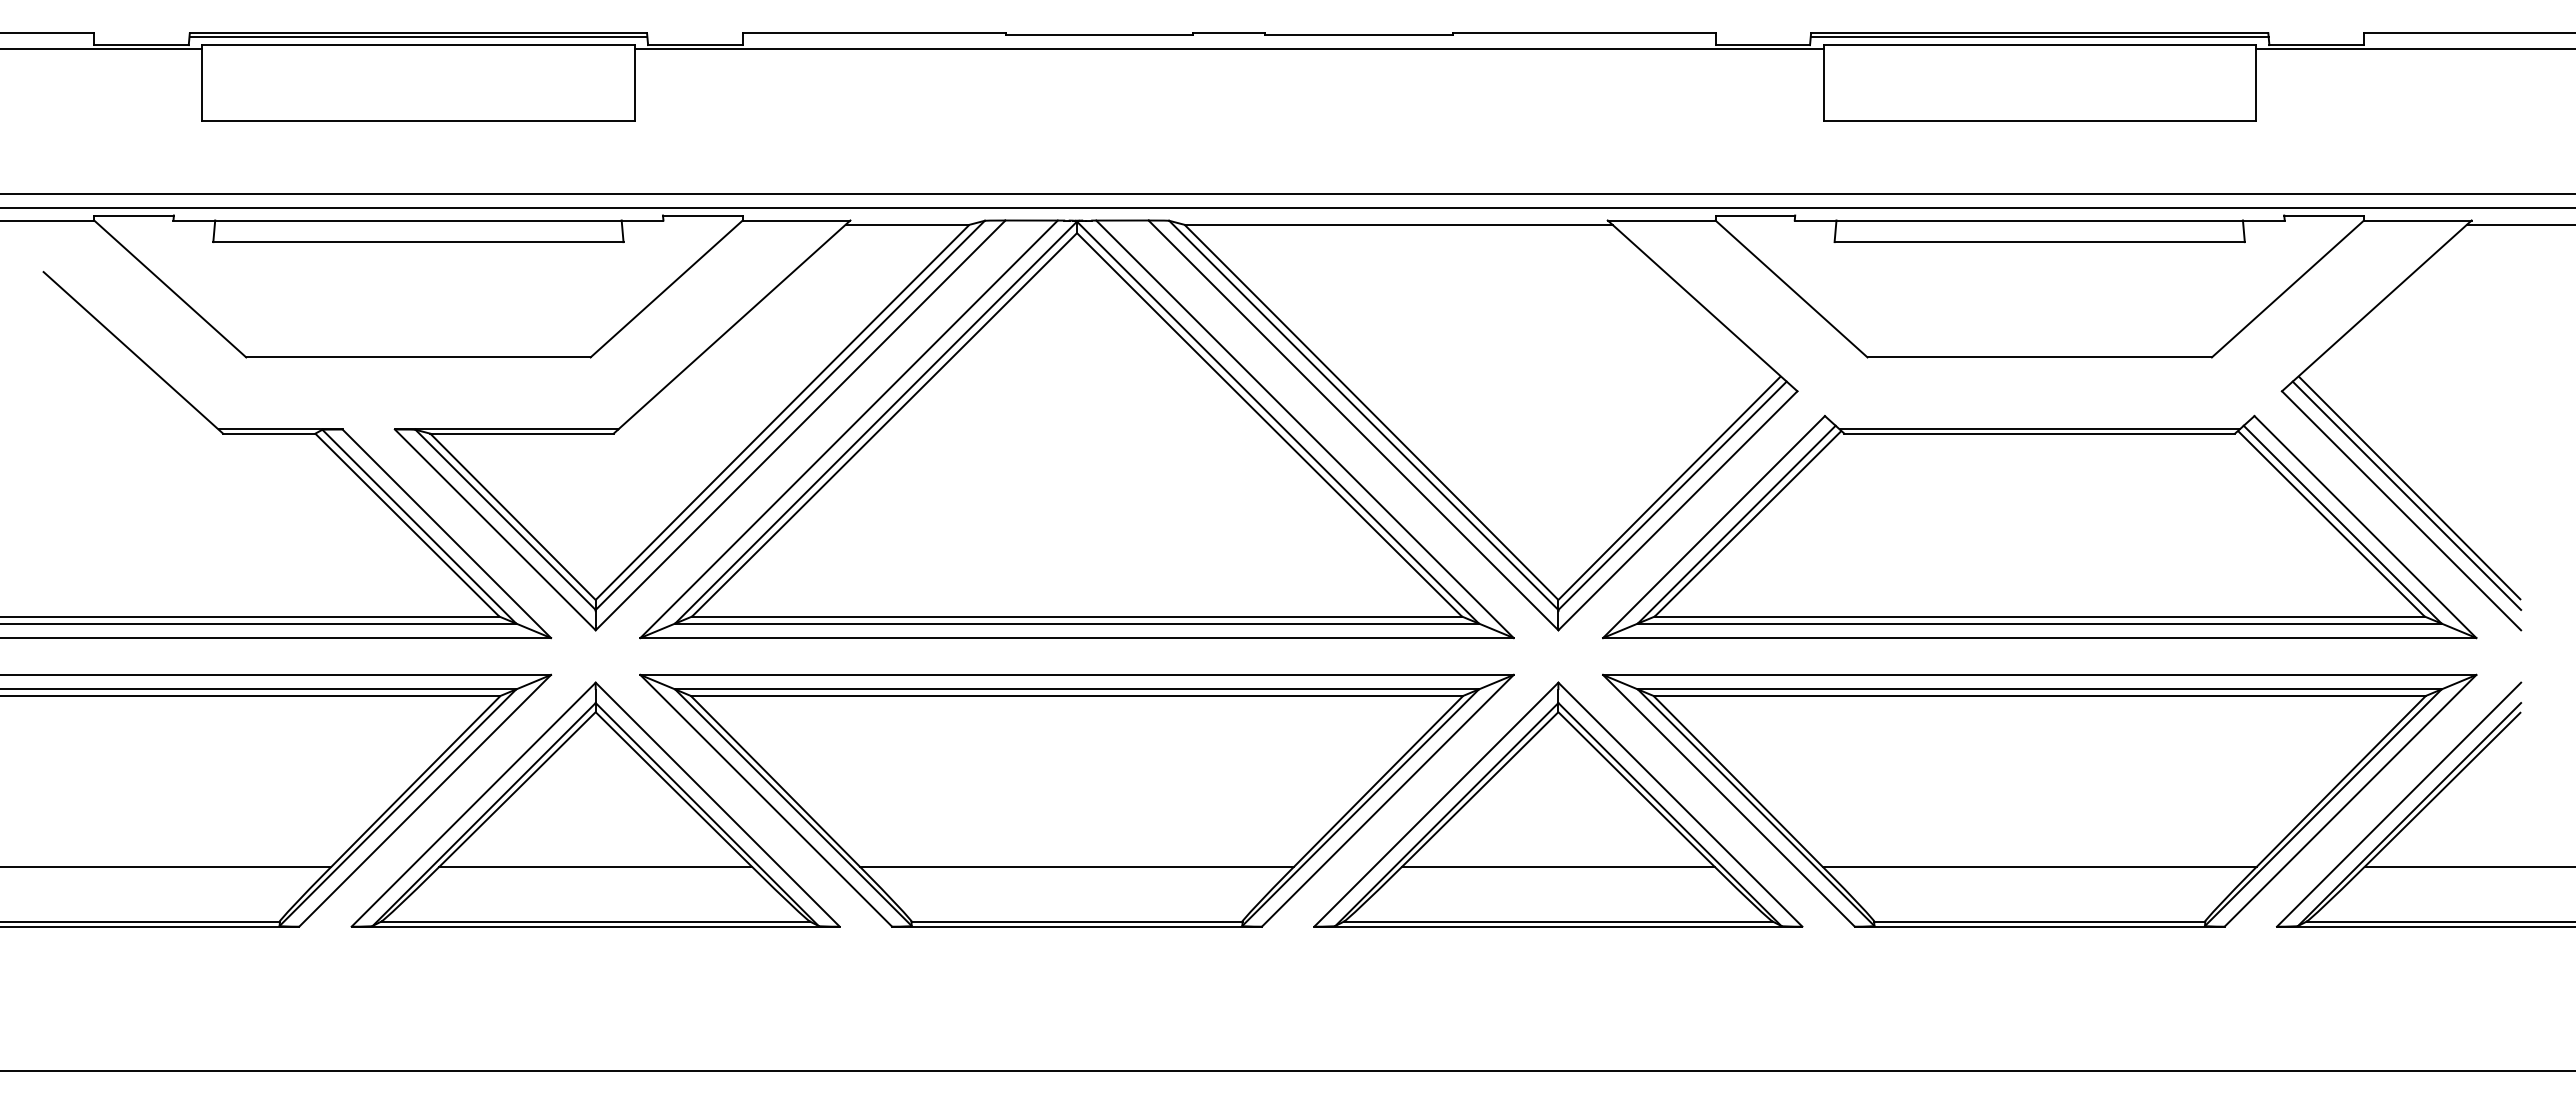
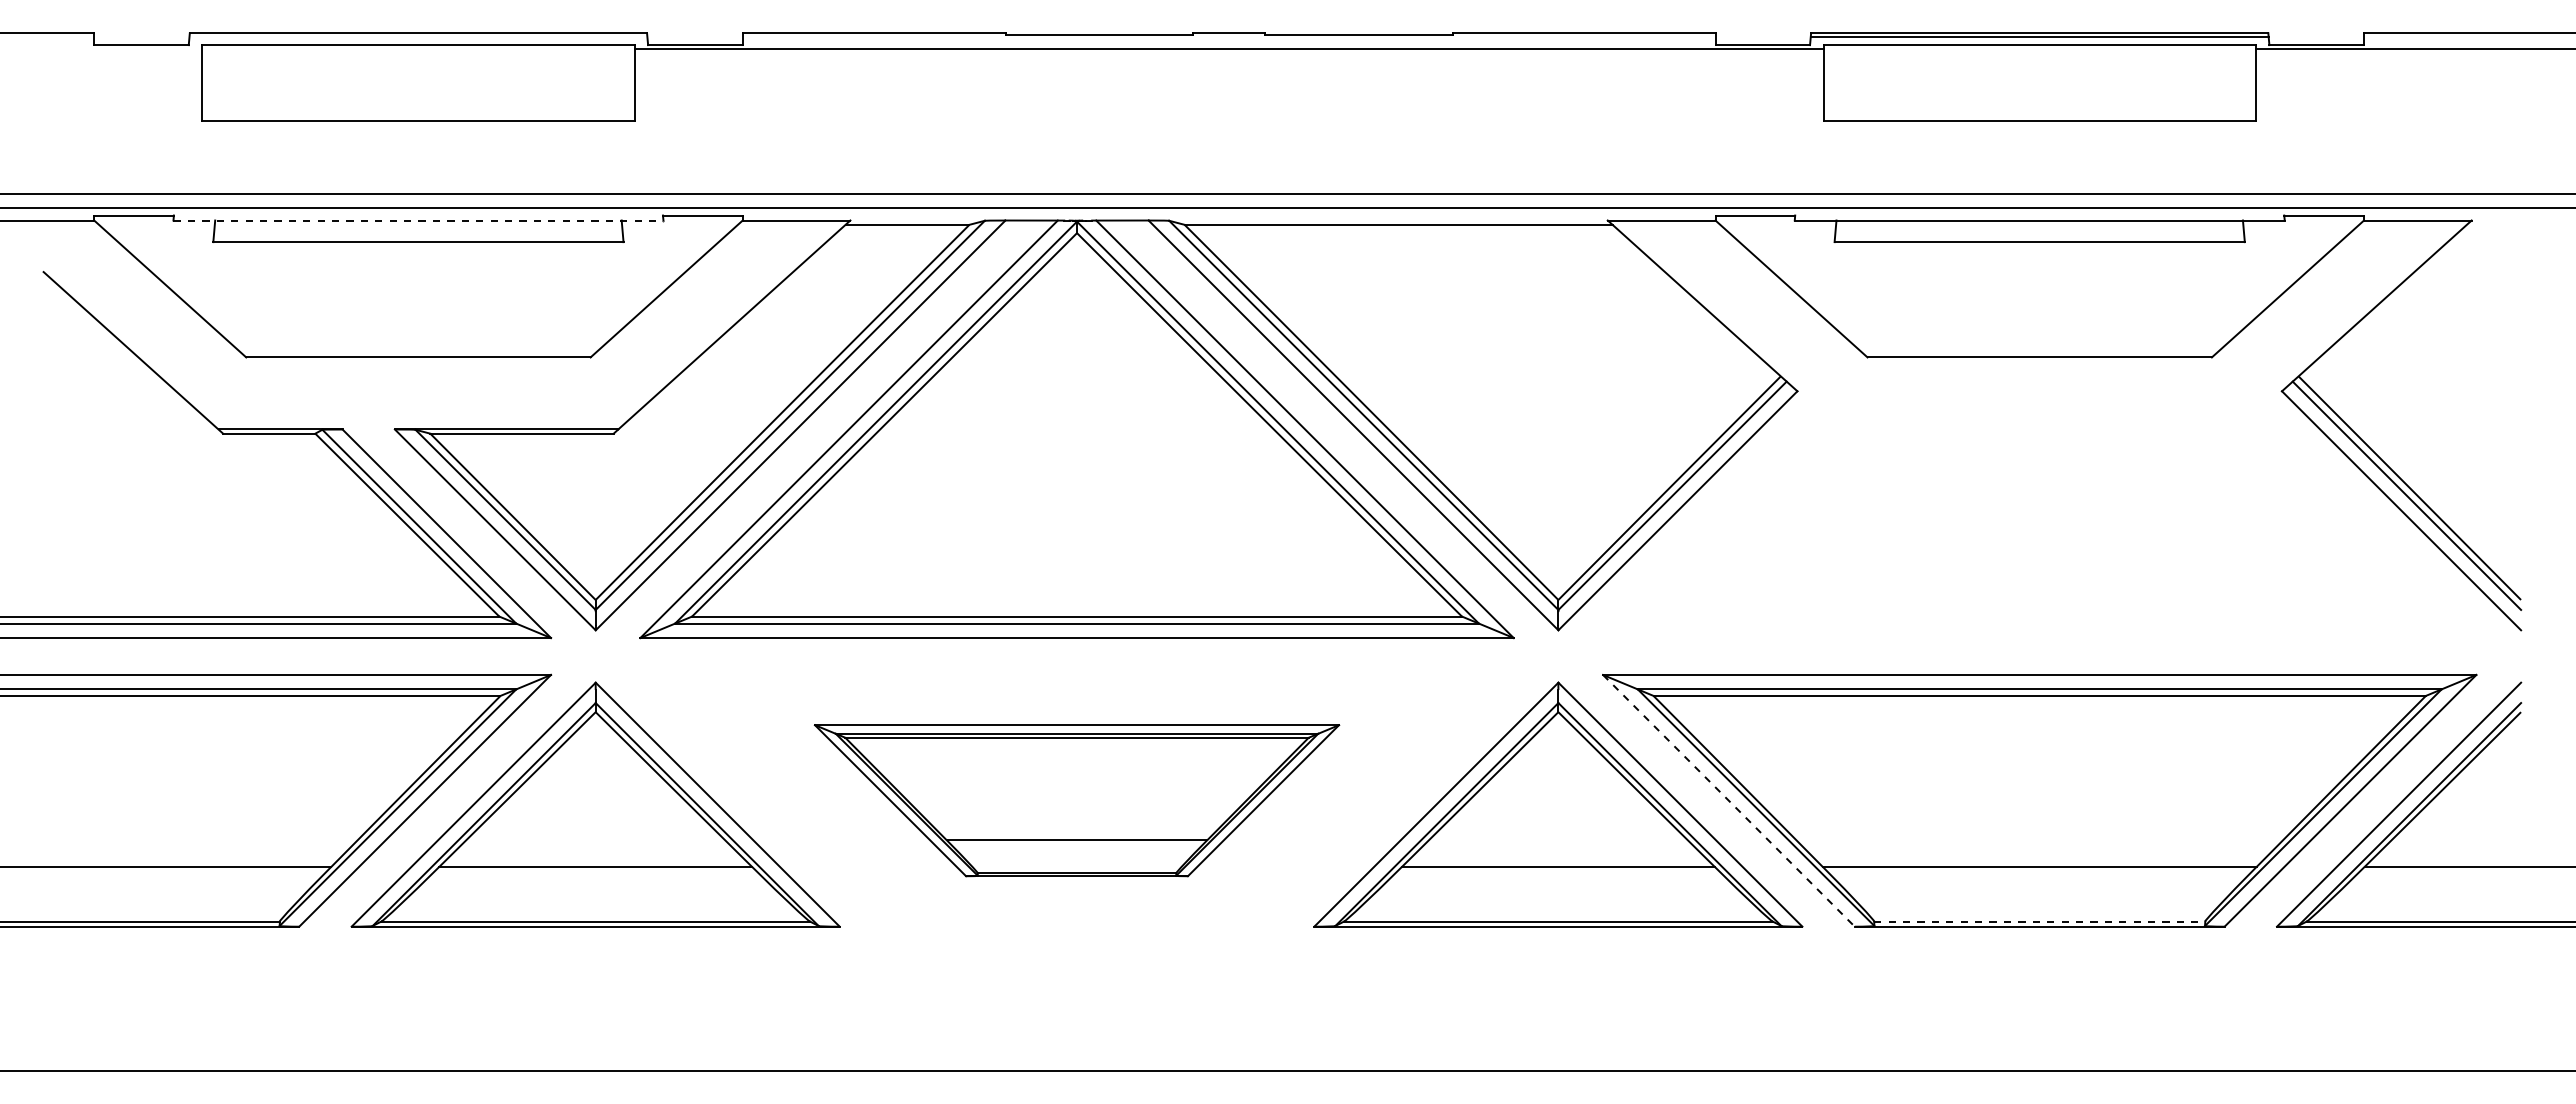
line at (418, 36): present -> none
line at (102, 48): present -> none
line at (418, 220): solid -> dashed
line at (2519, 224): present -> none
part at (2039, 526): present -> none
part at (1076, 800) size: 876x255 px -> 528x154 px
line at (1728, 800): solid -> dashed
line at (2039, 921): solid -> dashed
